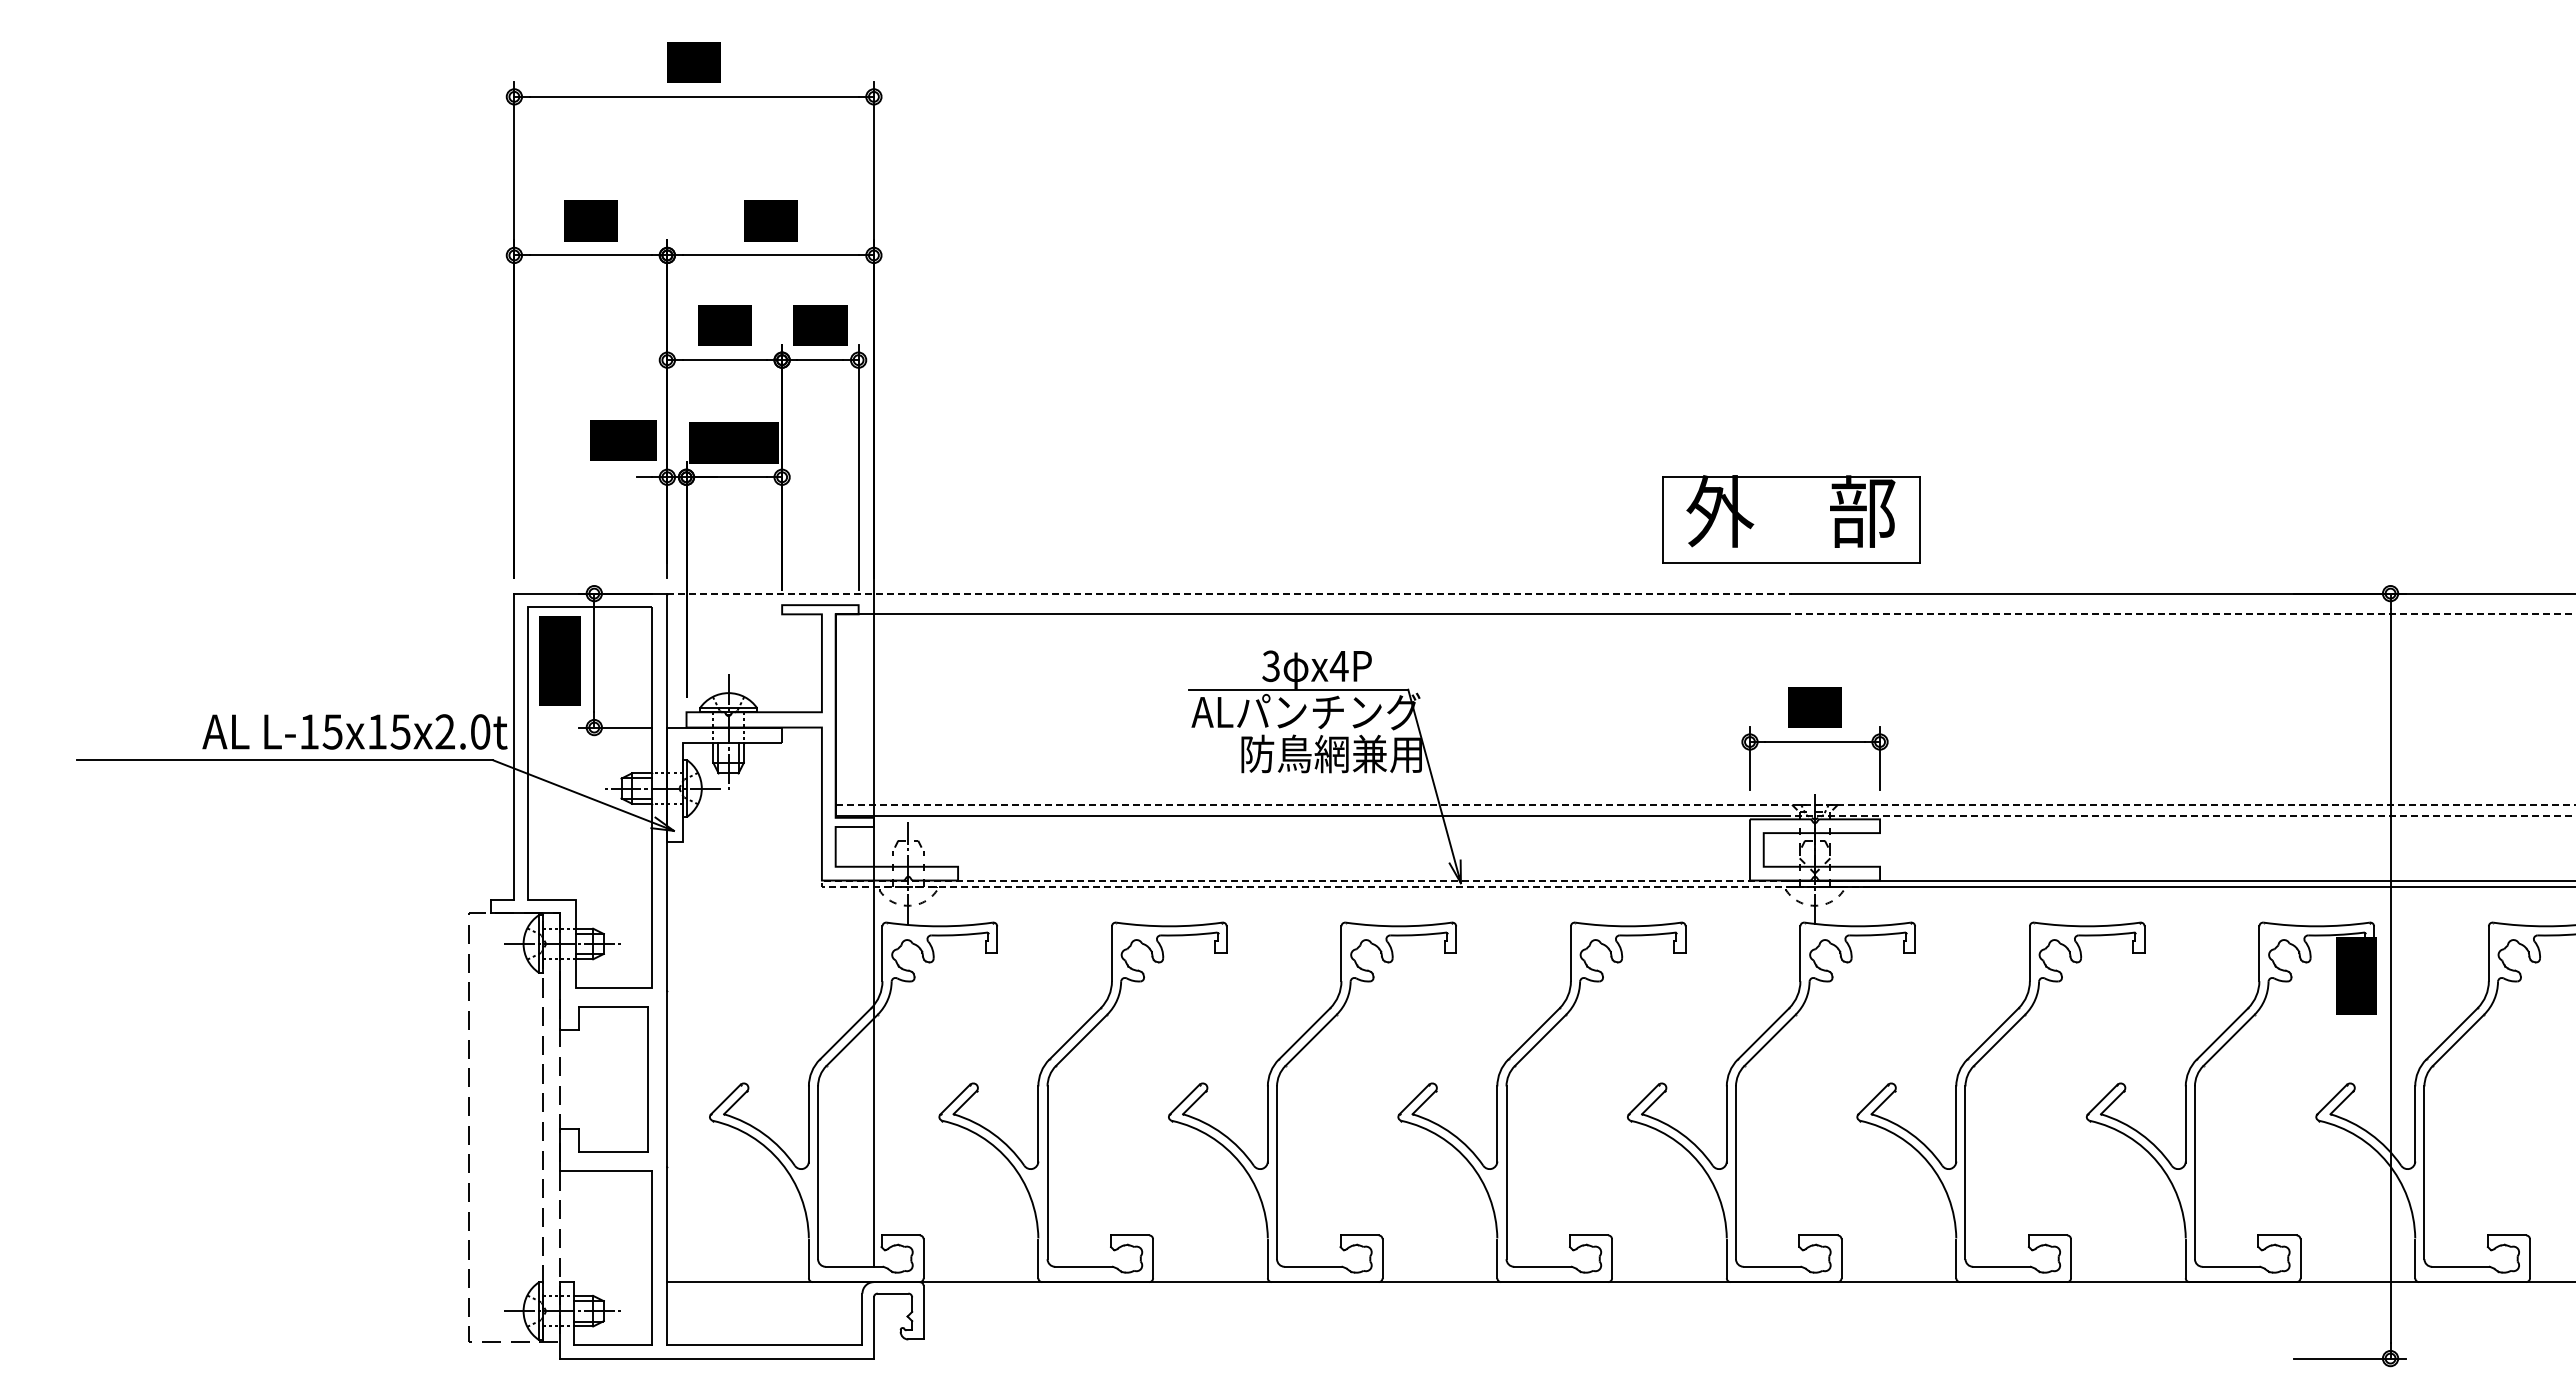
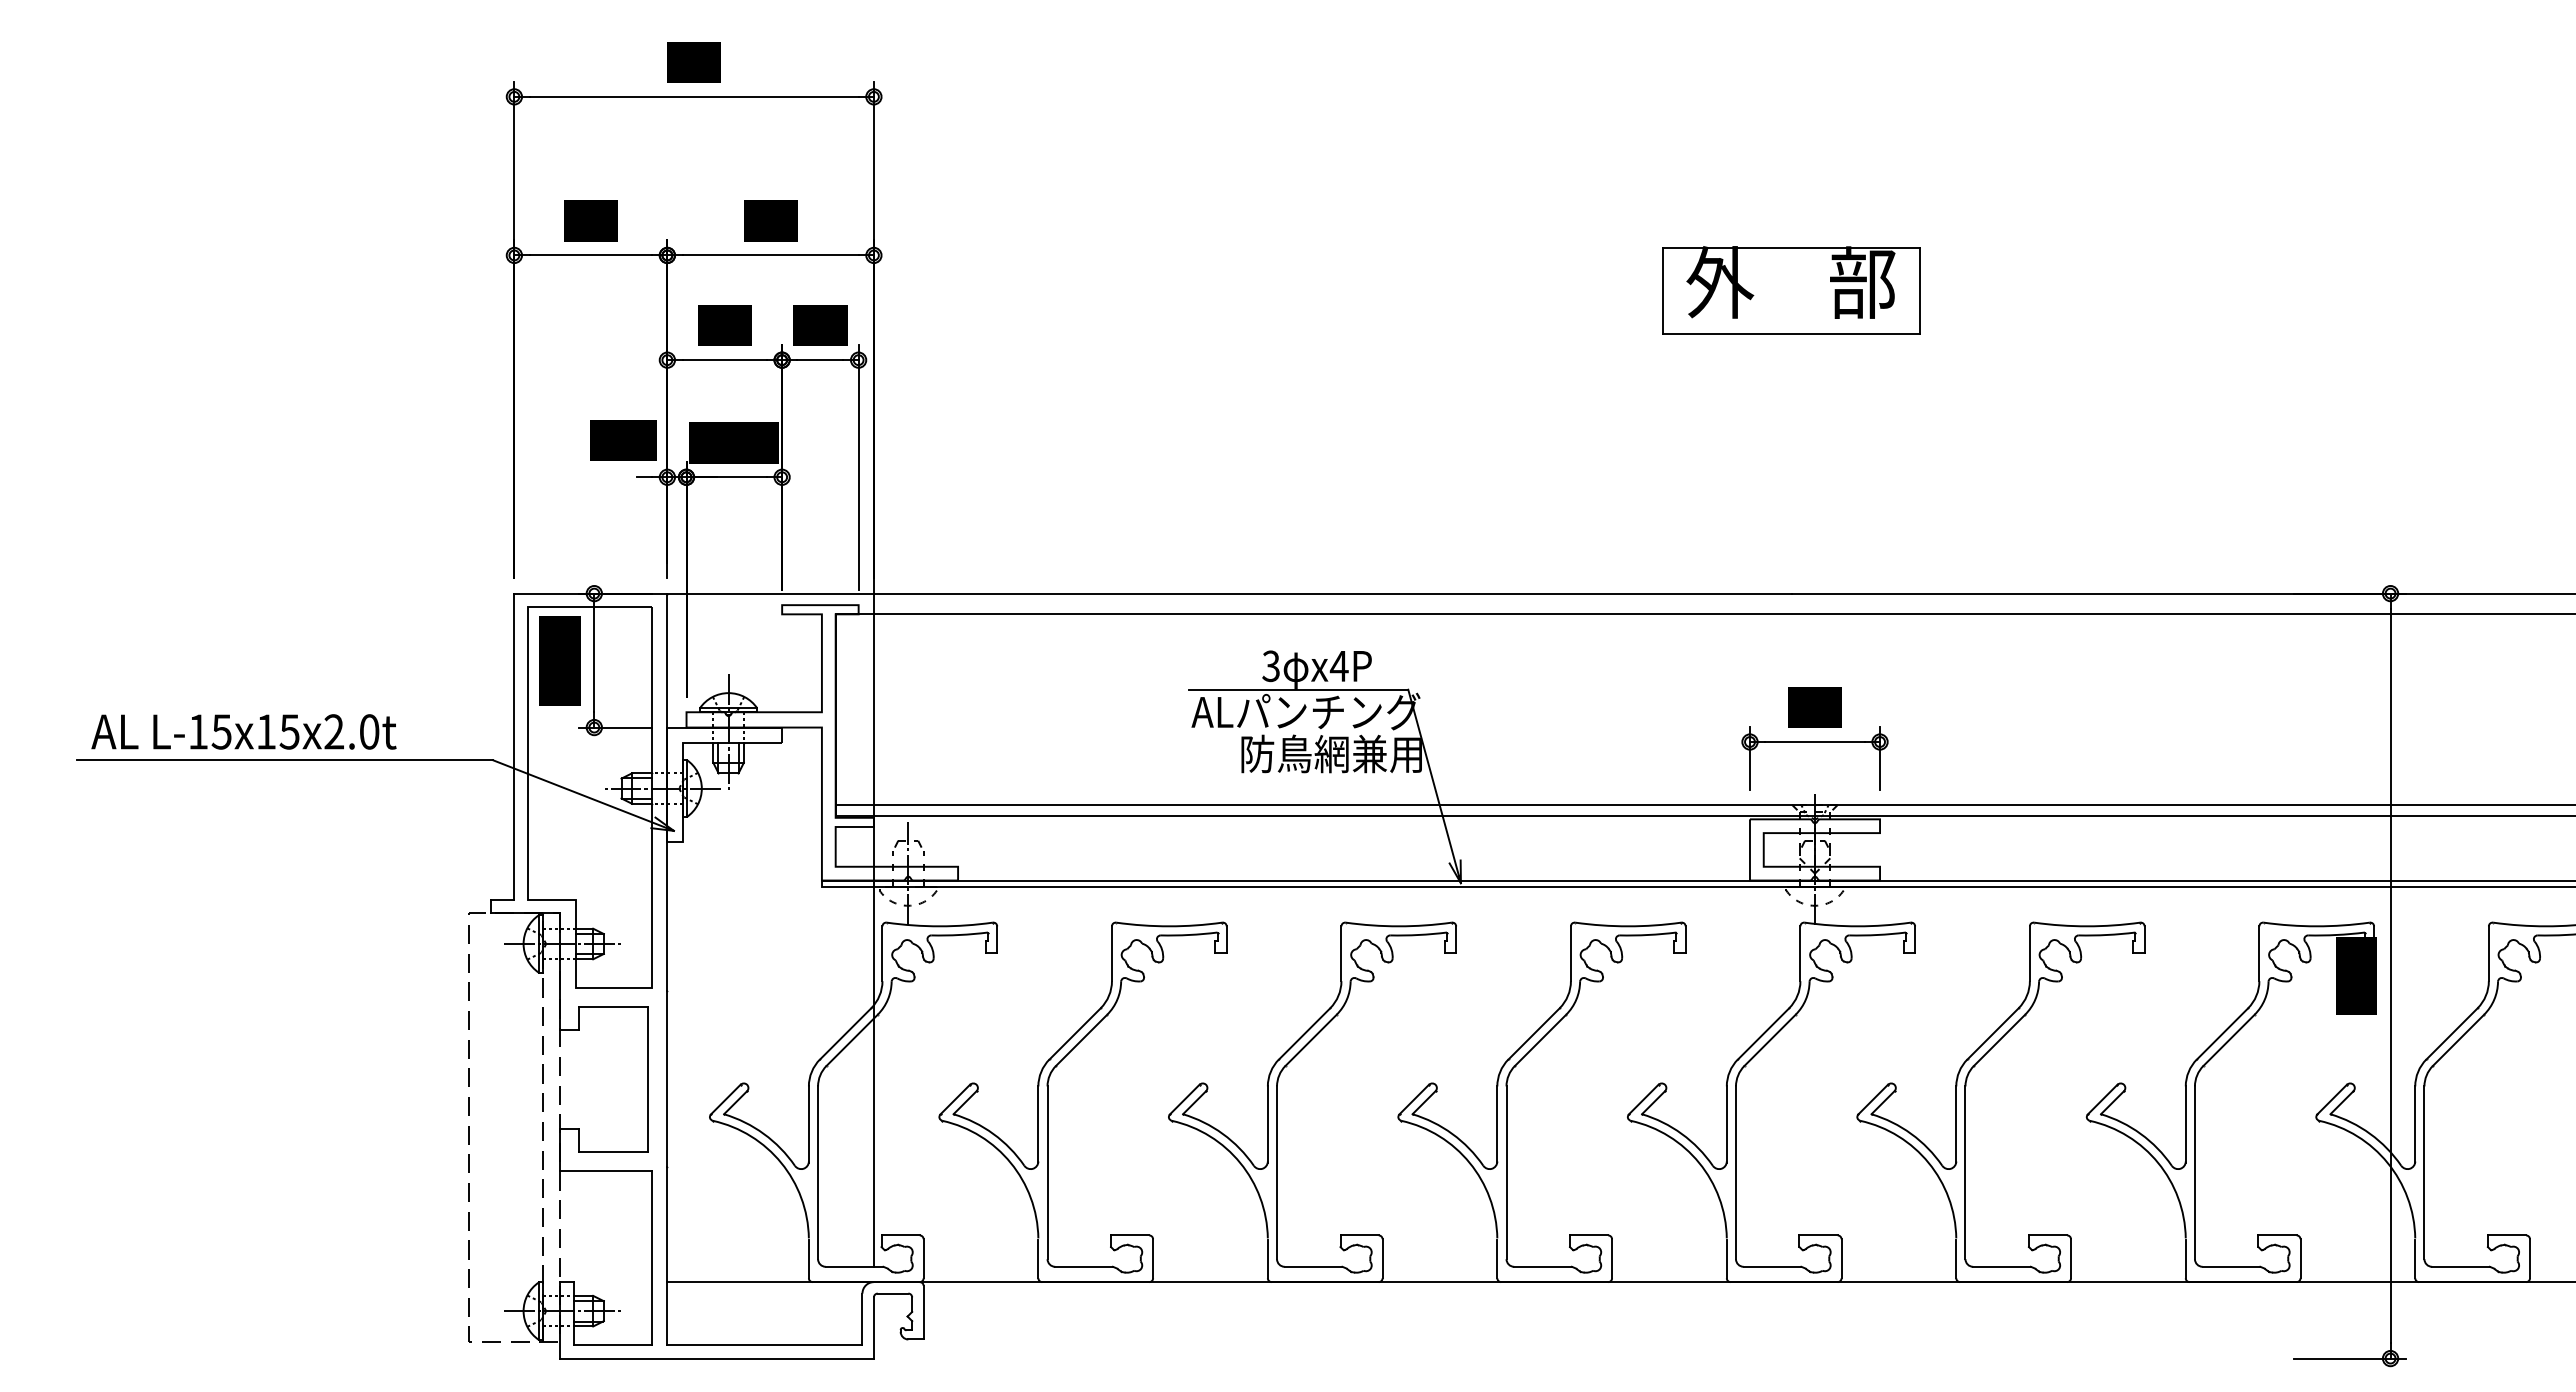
part at (1791, 519) position: (1791, 519) -> (1791, 290)
line at (1230, 593): dashed -> solid
text at (354, 731) position: (354, 731) -> (243, 731)
line at (1705, 804): dashed -> solid
line at (2575, 816): dashed -> solid
line at (821, 883): dashed -> solid
